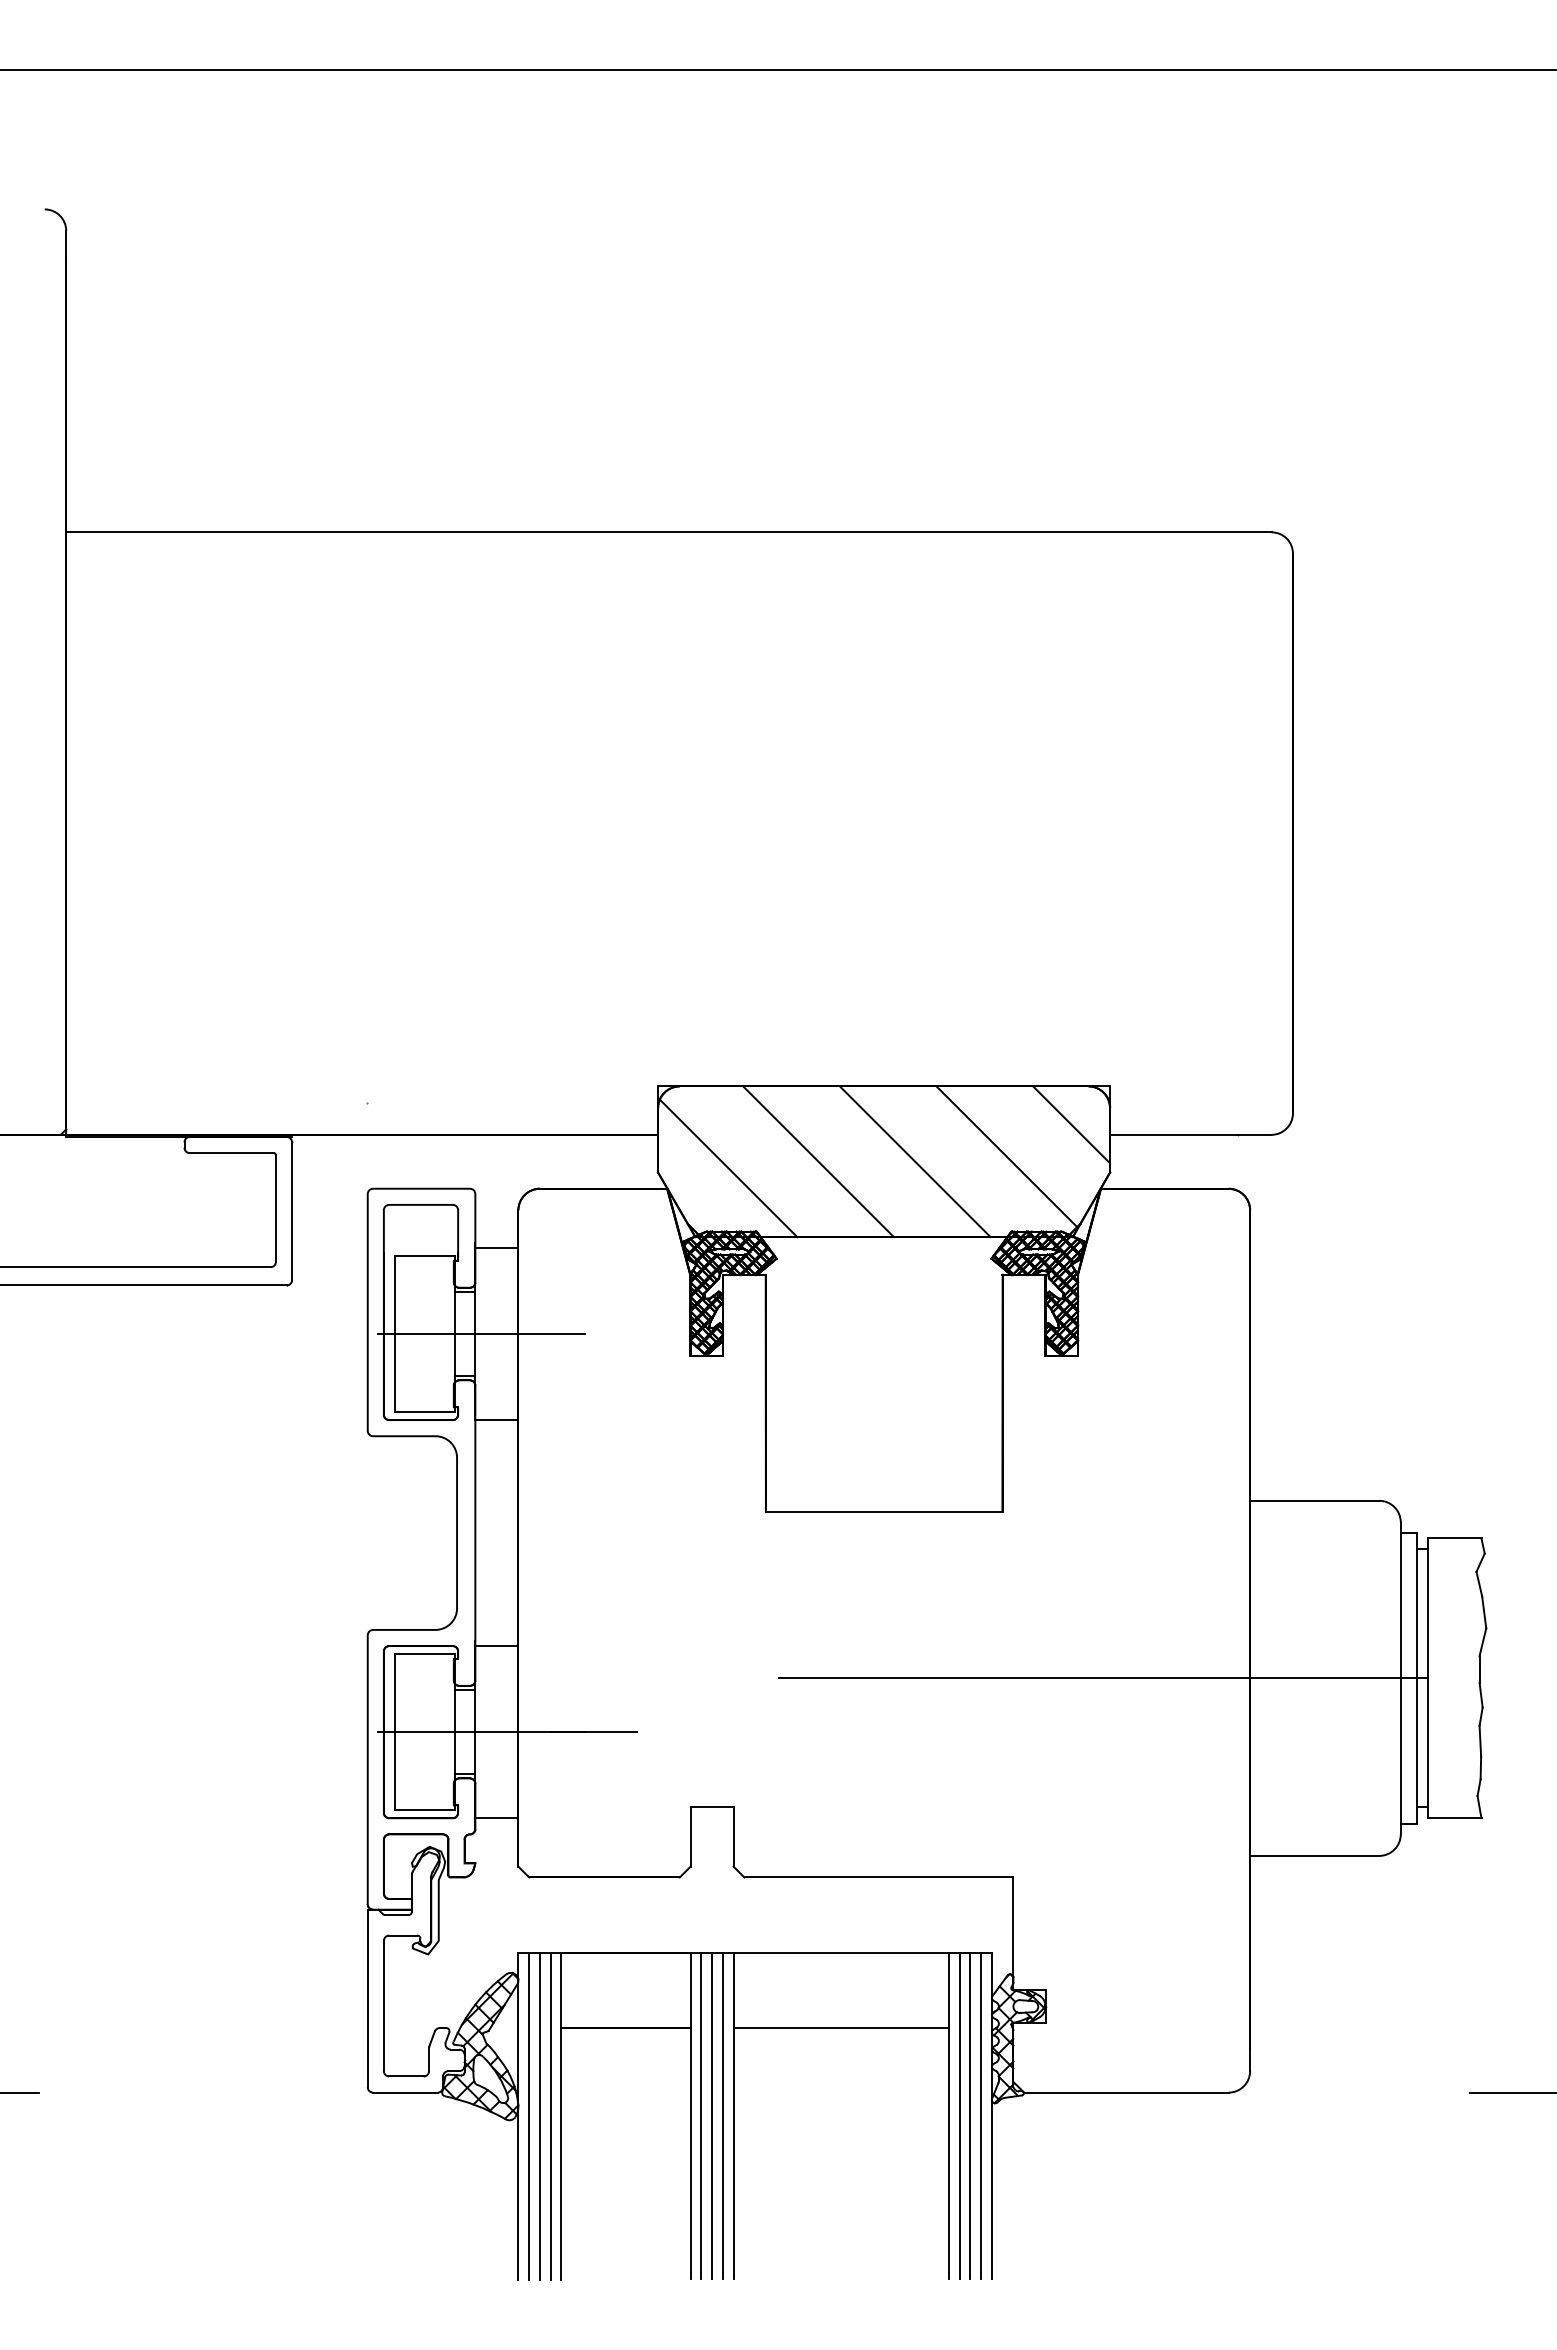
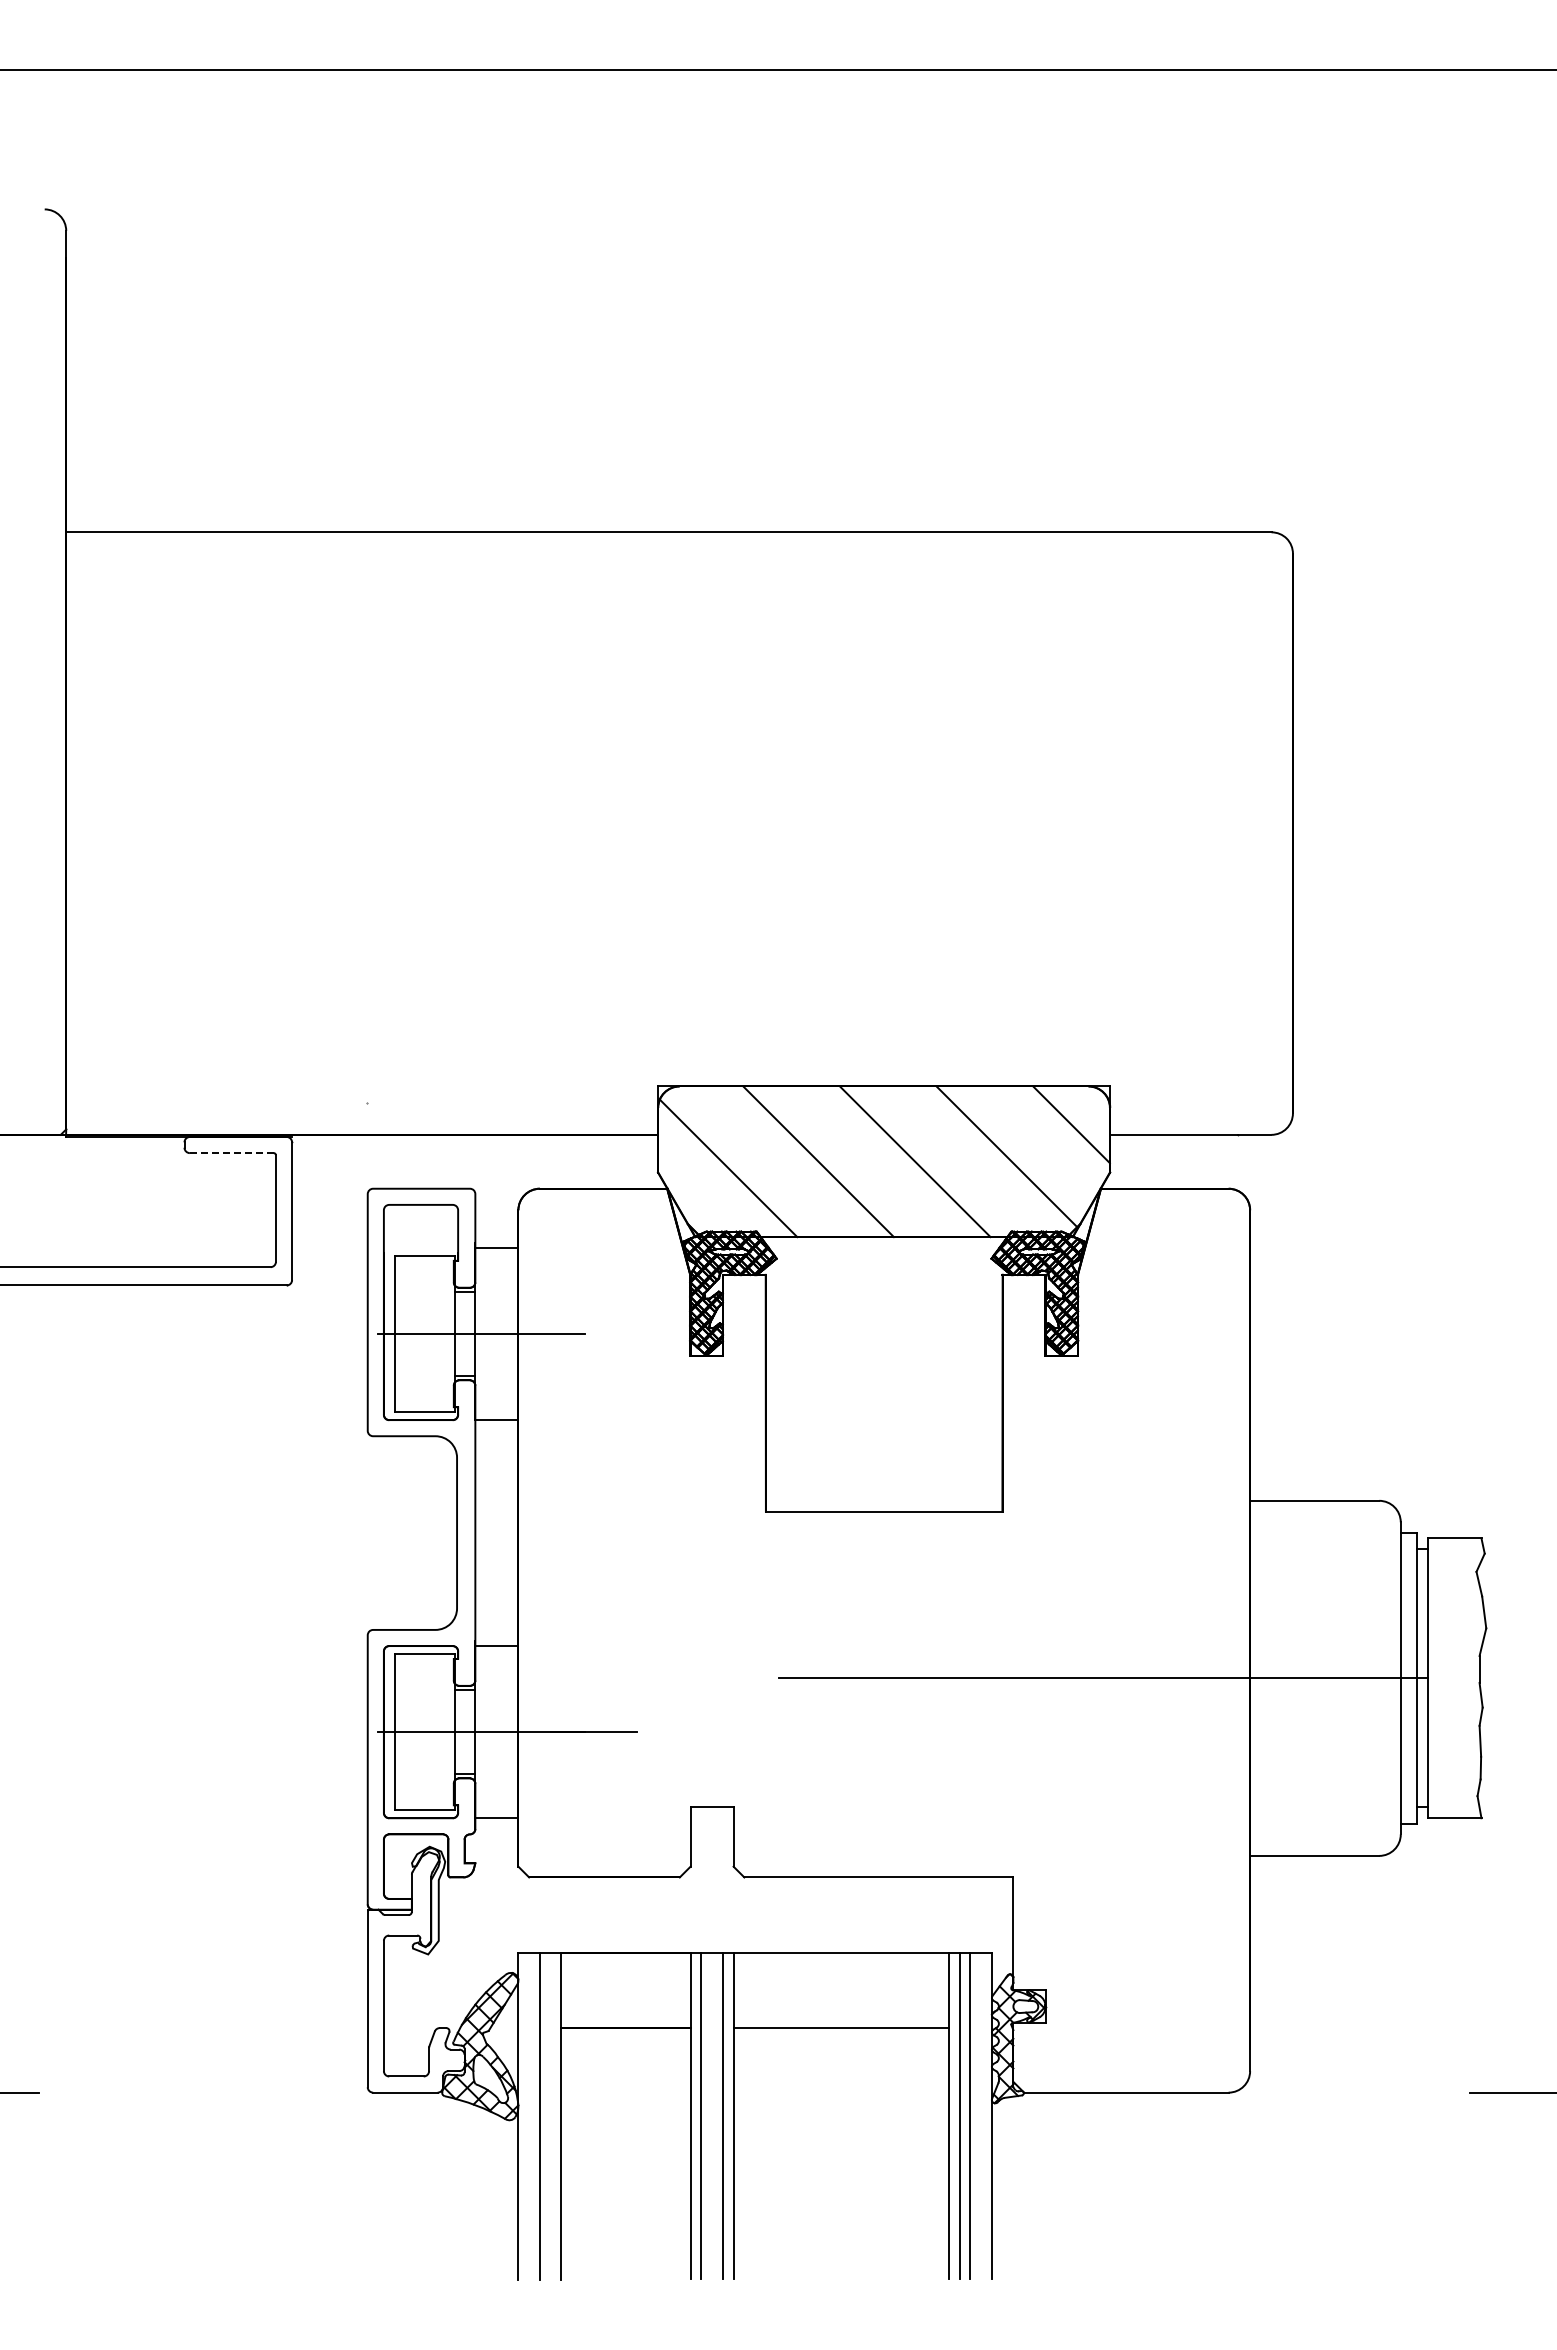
line at (231, 1153): solid -> dashed
line at (529, 2115): present -> none
line at (550, 2115): present -> none
line at (712, 2115): present -> none
line at (981, 2115): present -> none
